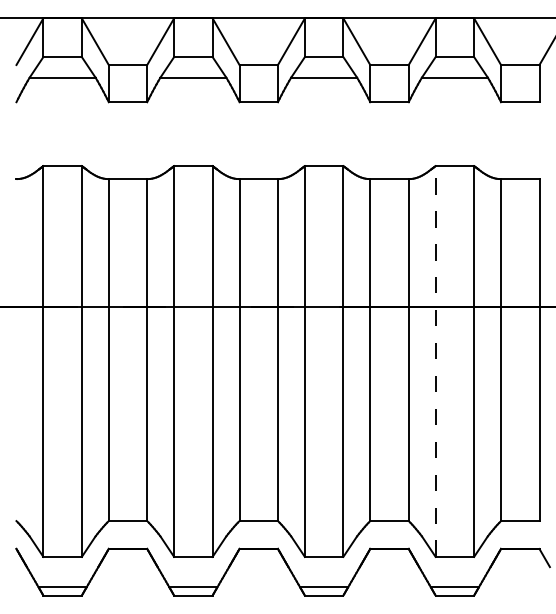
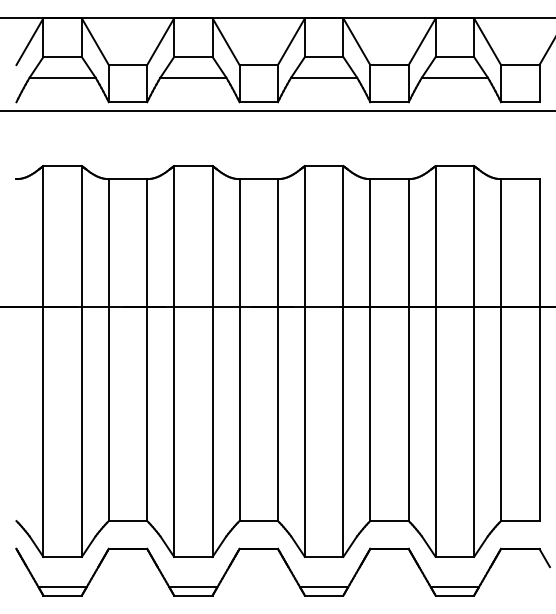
line at (277, 110): none -> present
line at (435, 361): dashed -> solid
